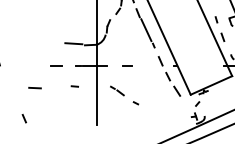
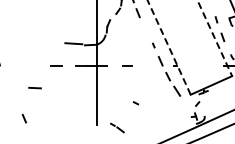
line at (146, 30): present -> none
line at (214, 38): solid -> dashed
line at (169, 47): solid -> dashed
line at (74, 86): present -> none
line at (117, 90) position: (117, 90) -> (117, 127)
